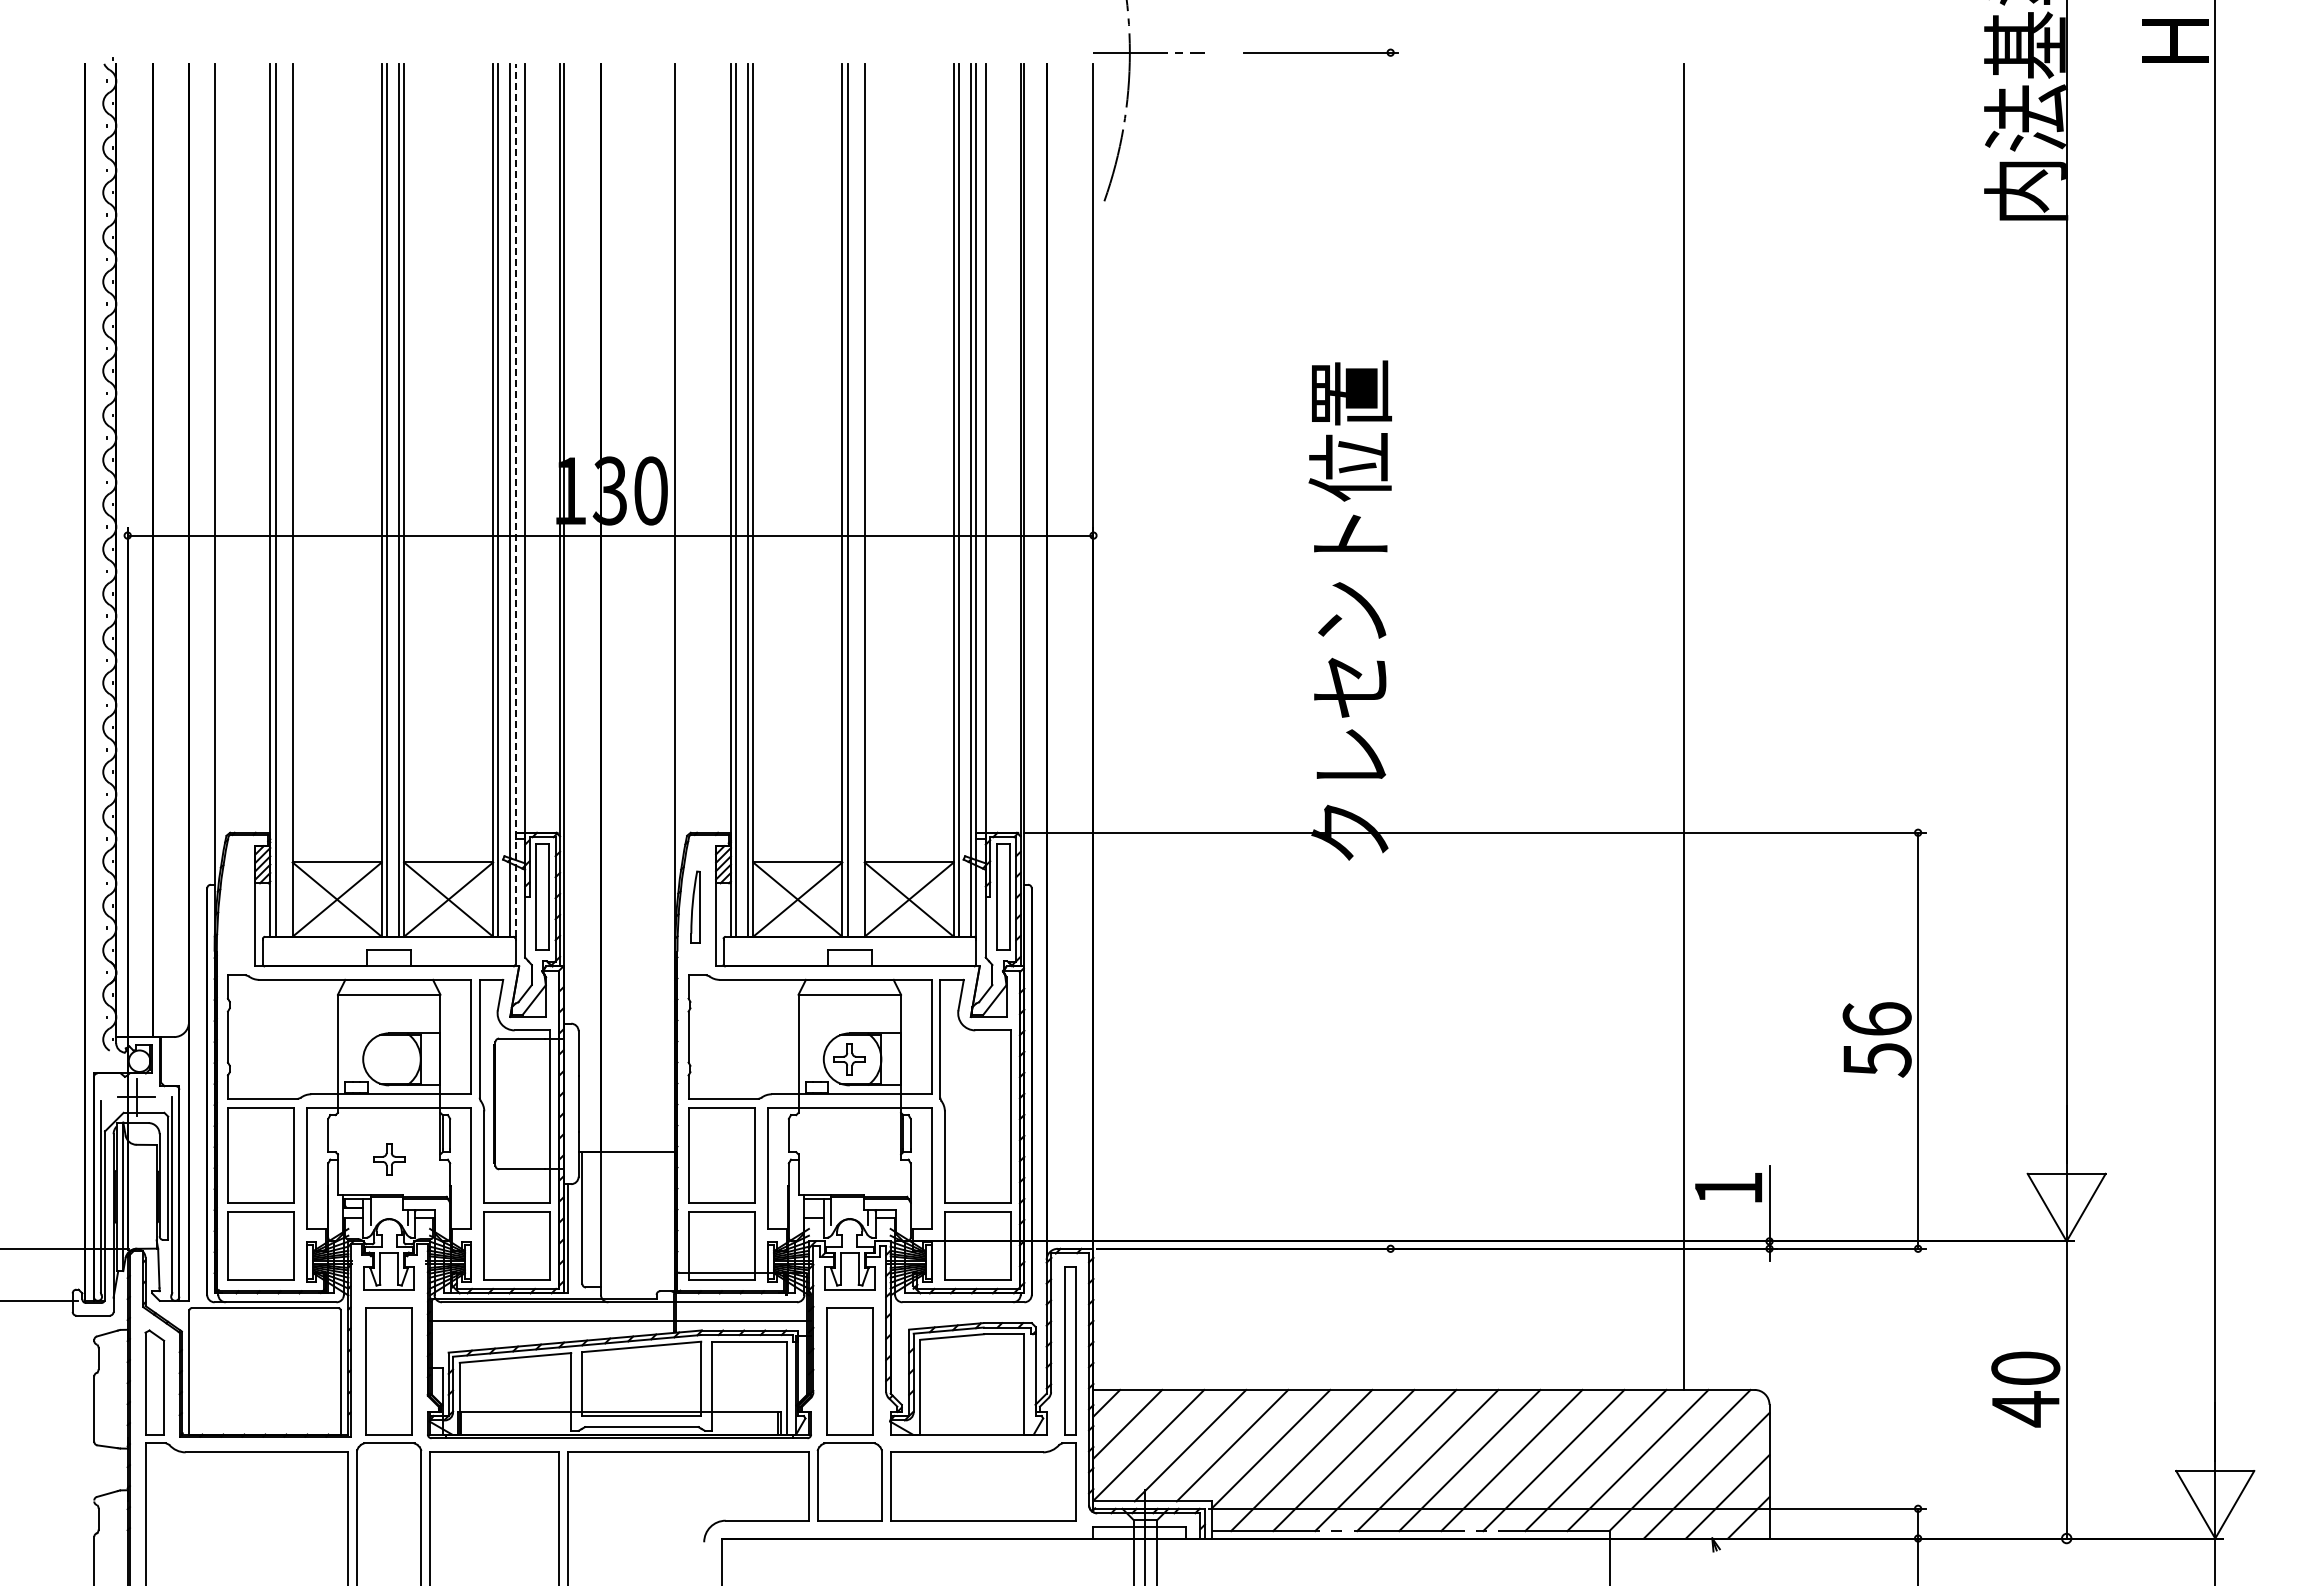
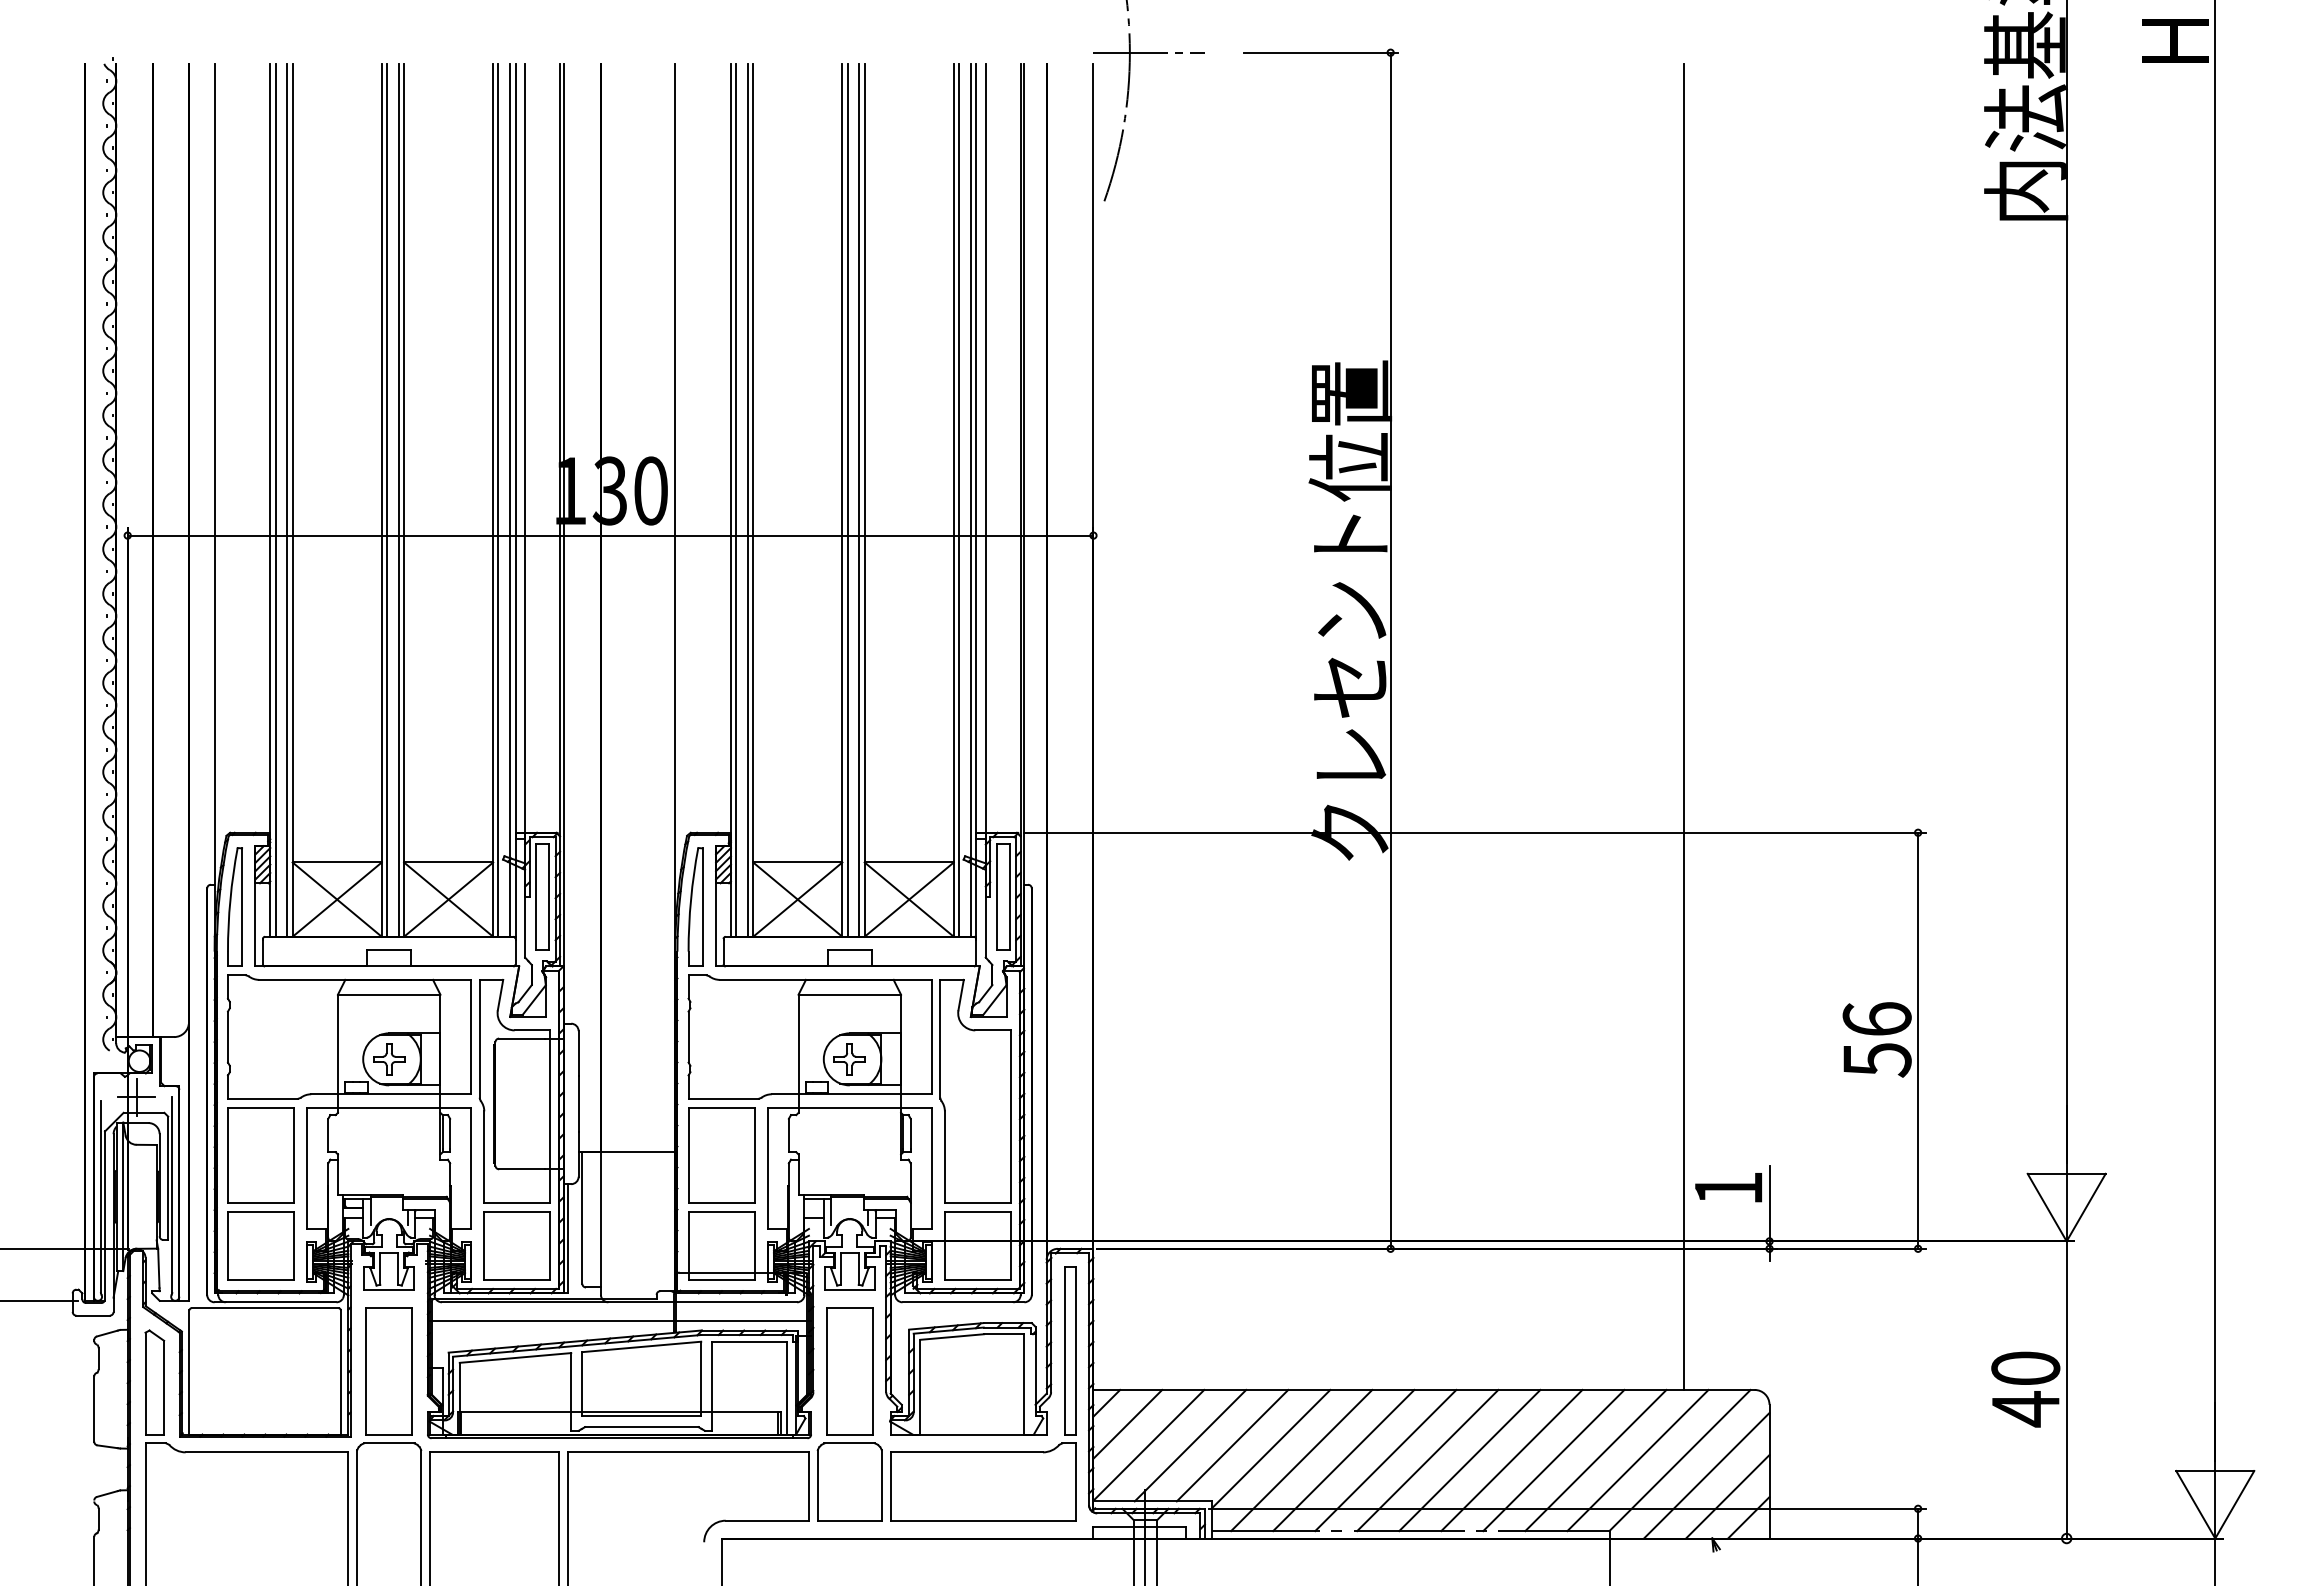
line at (287, 499): none -> present
line at (515, 499): dashed -> solid
line at (859, 499): none -> present
line at (1390, 650): none -> present
part at (234, 906): none -> present
part at (695, 906) size: 11x74 px -> 17x120 px
part at (389, 1159) position: (389, 1159) -> (389, 1059)
